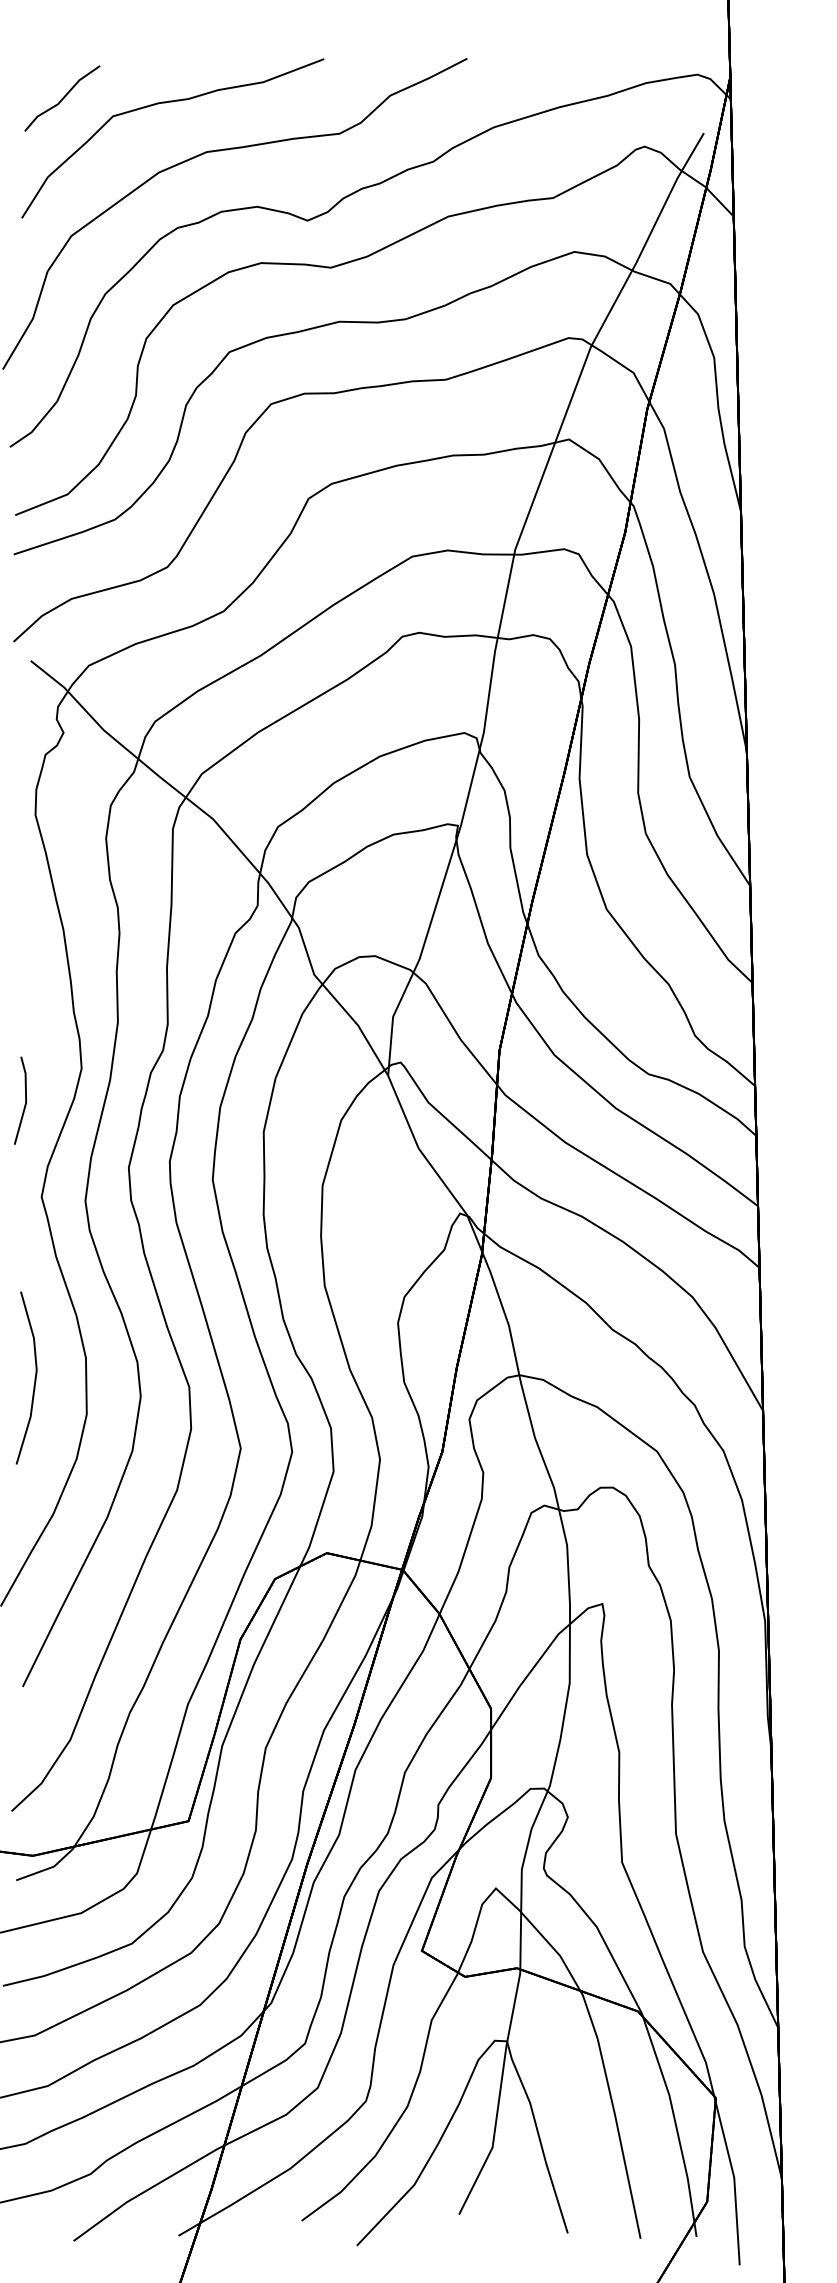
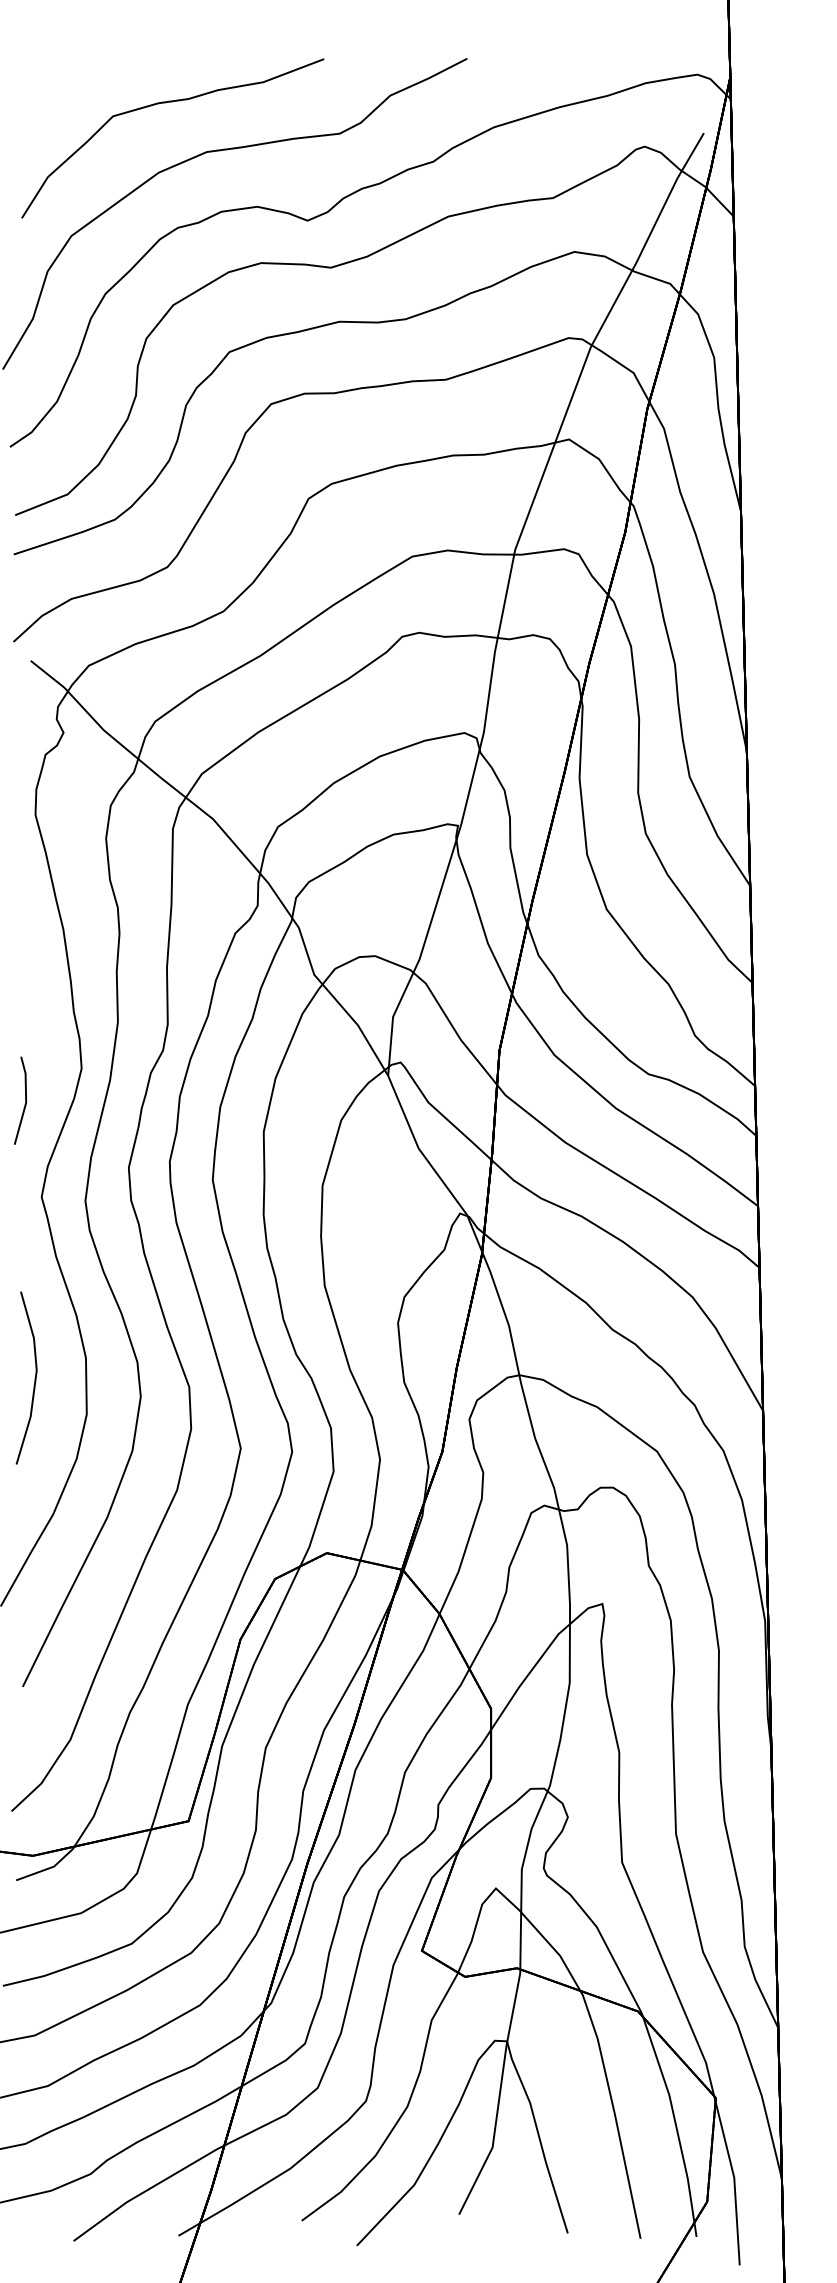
part at (62, 98): present -> none
